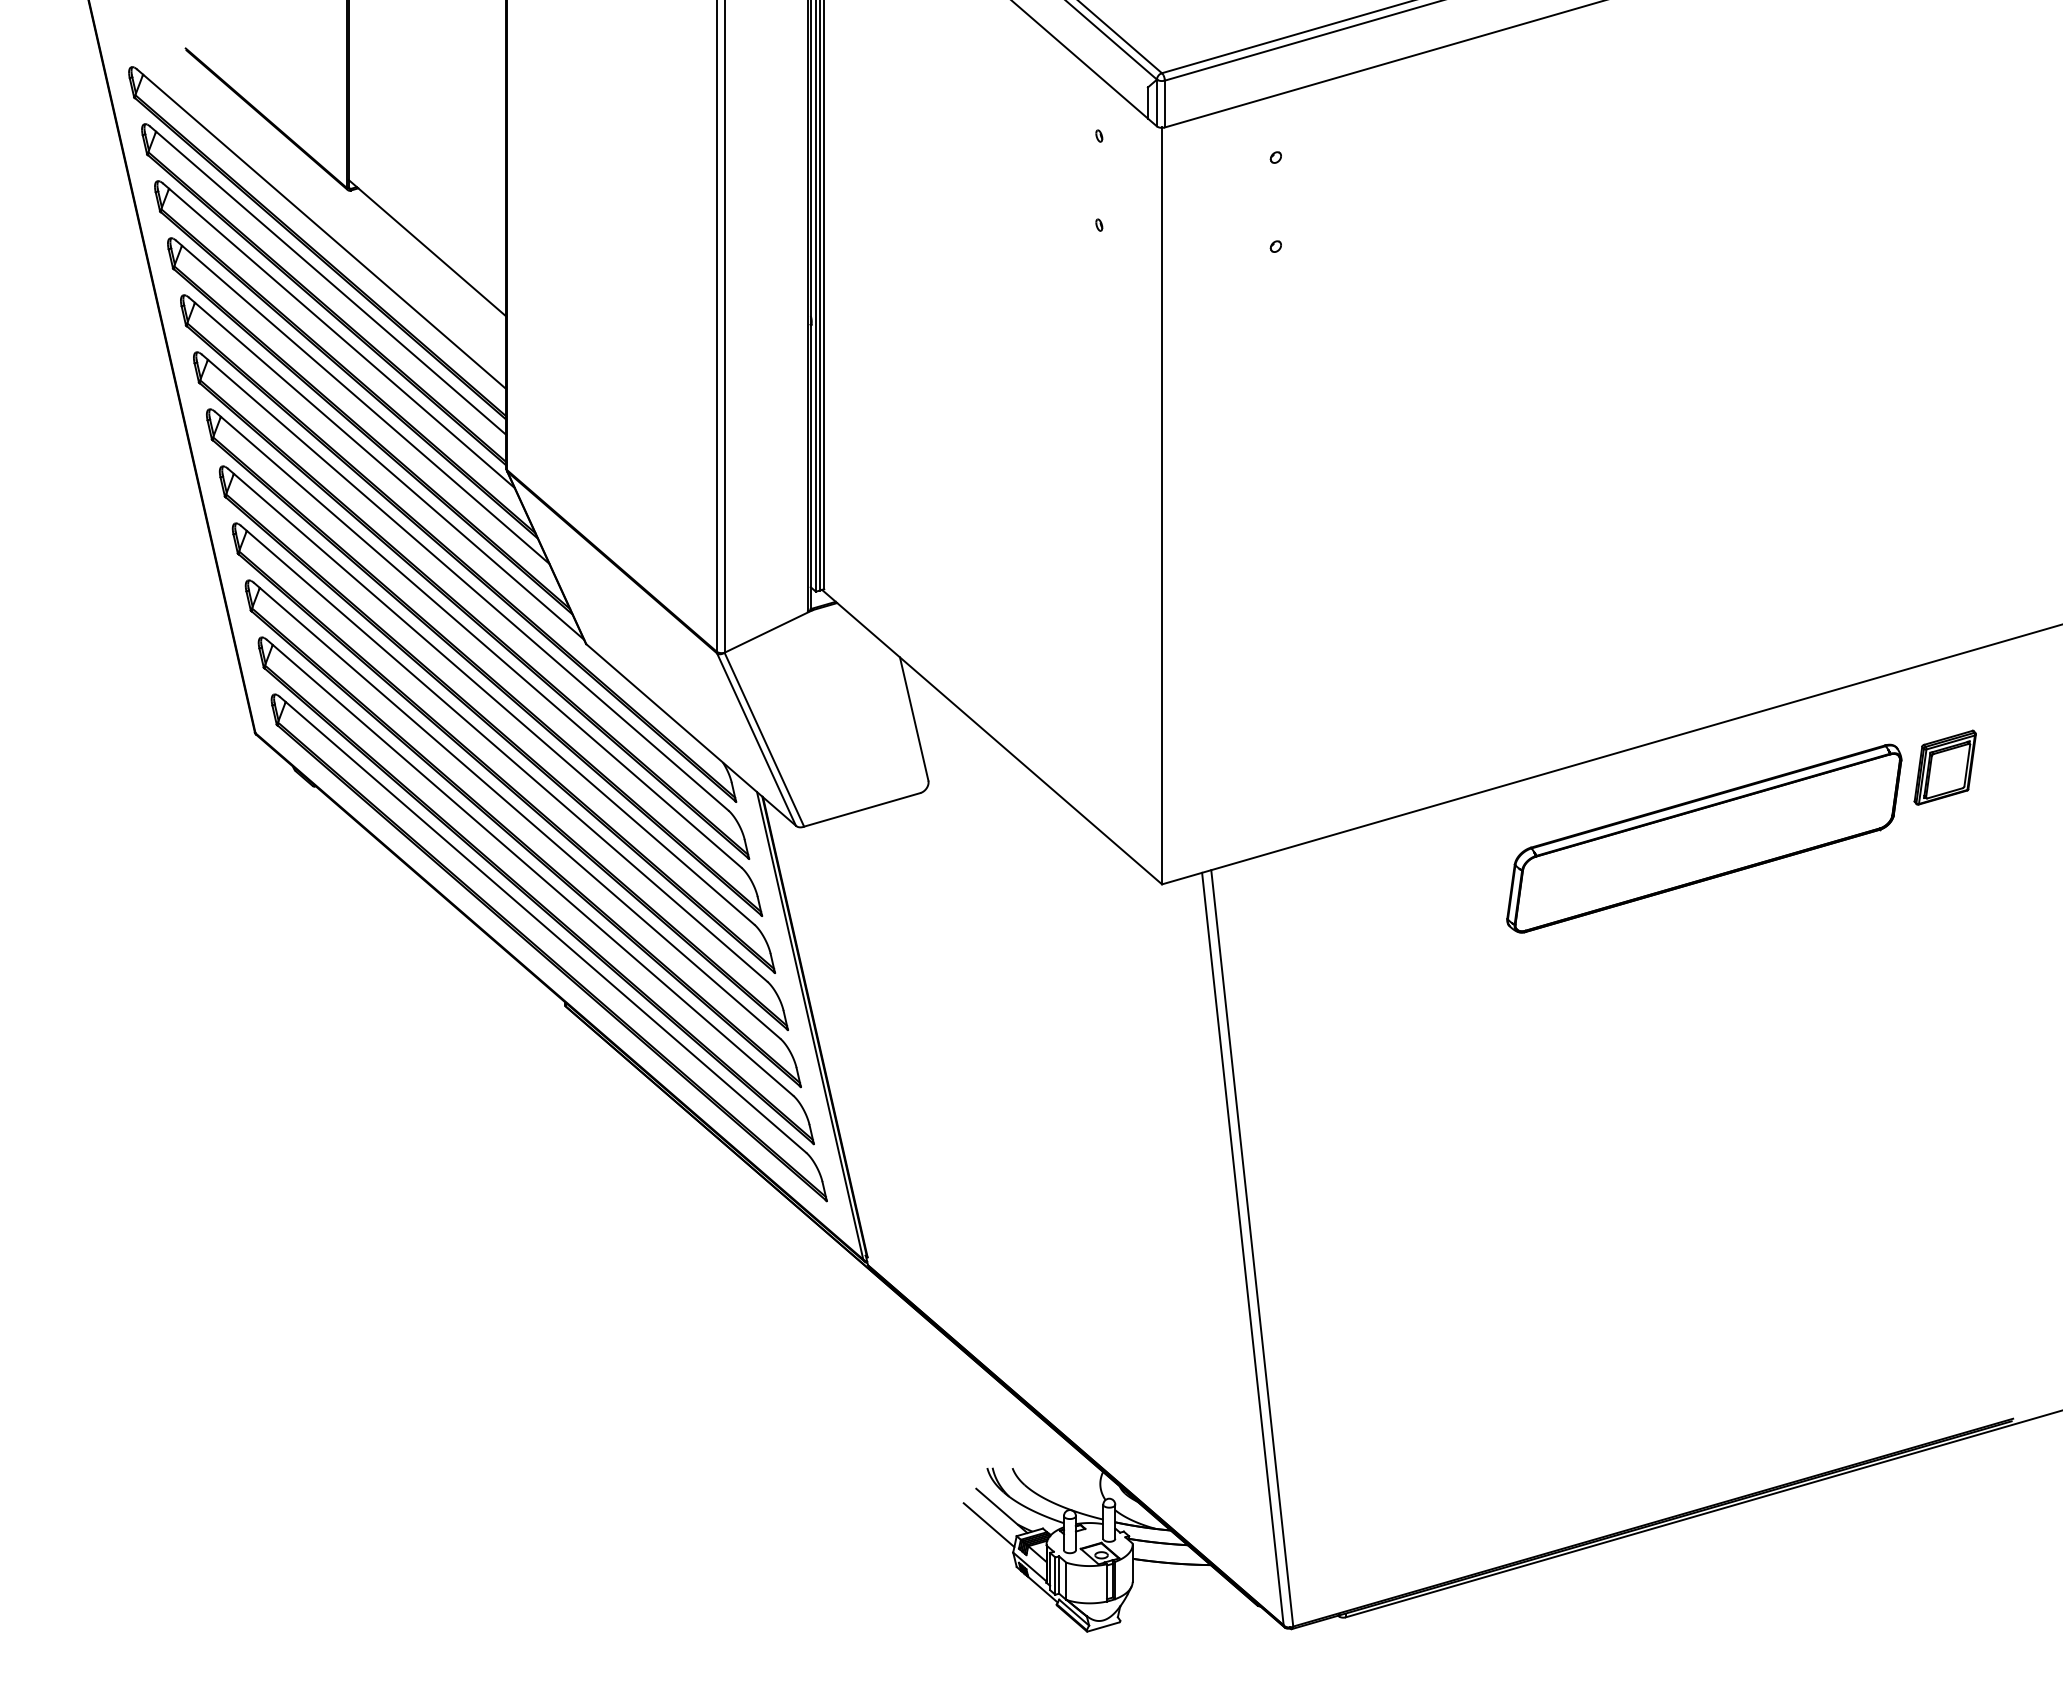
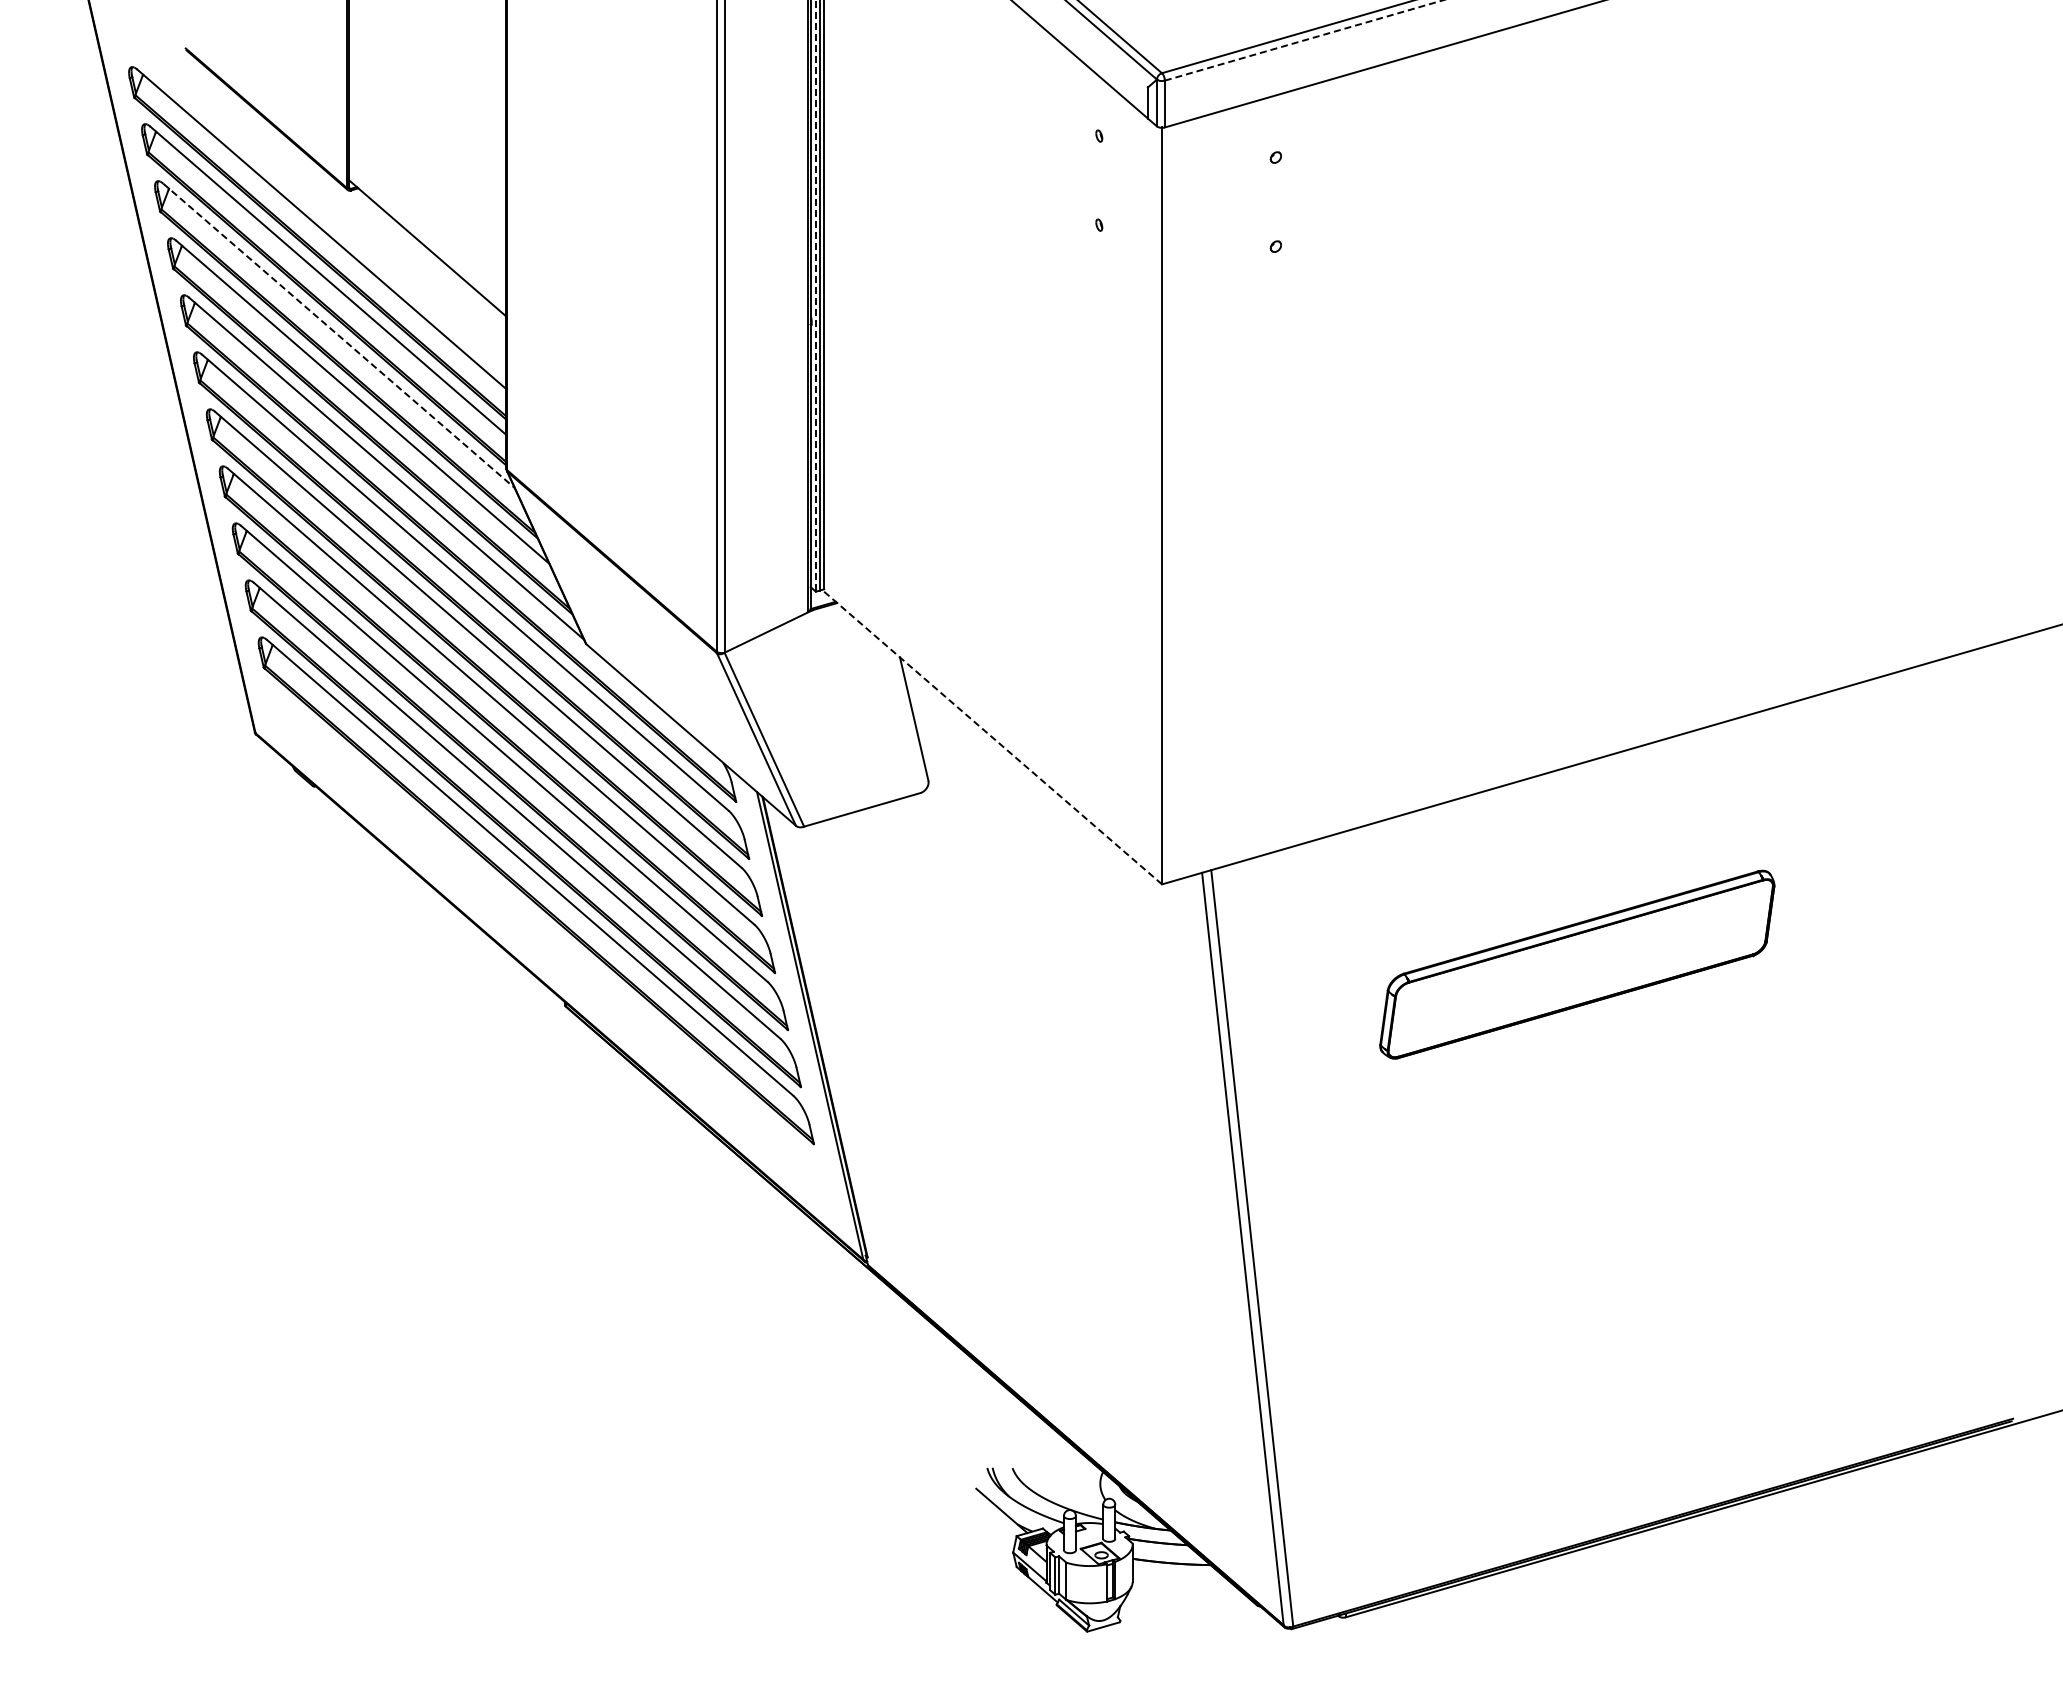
line at (1304, 40): solid -> dashed
line at (815, 296): solid -> dashed
line at (339, 336): solid -> dashed
line at (992, 737): solid -> dashed
part at (1944, 767): present -> none
part at (1704, 838) position: (1704, 838) -> (1577, 964)
part at (548, 947): present -> none
line at (988, 1525): present -> none
